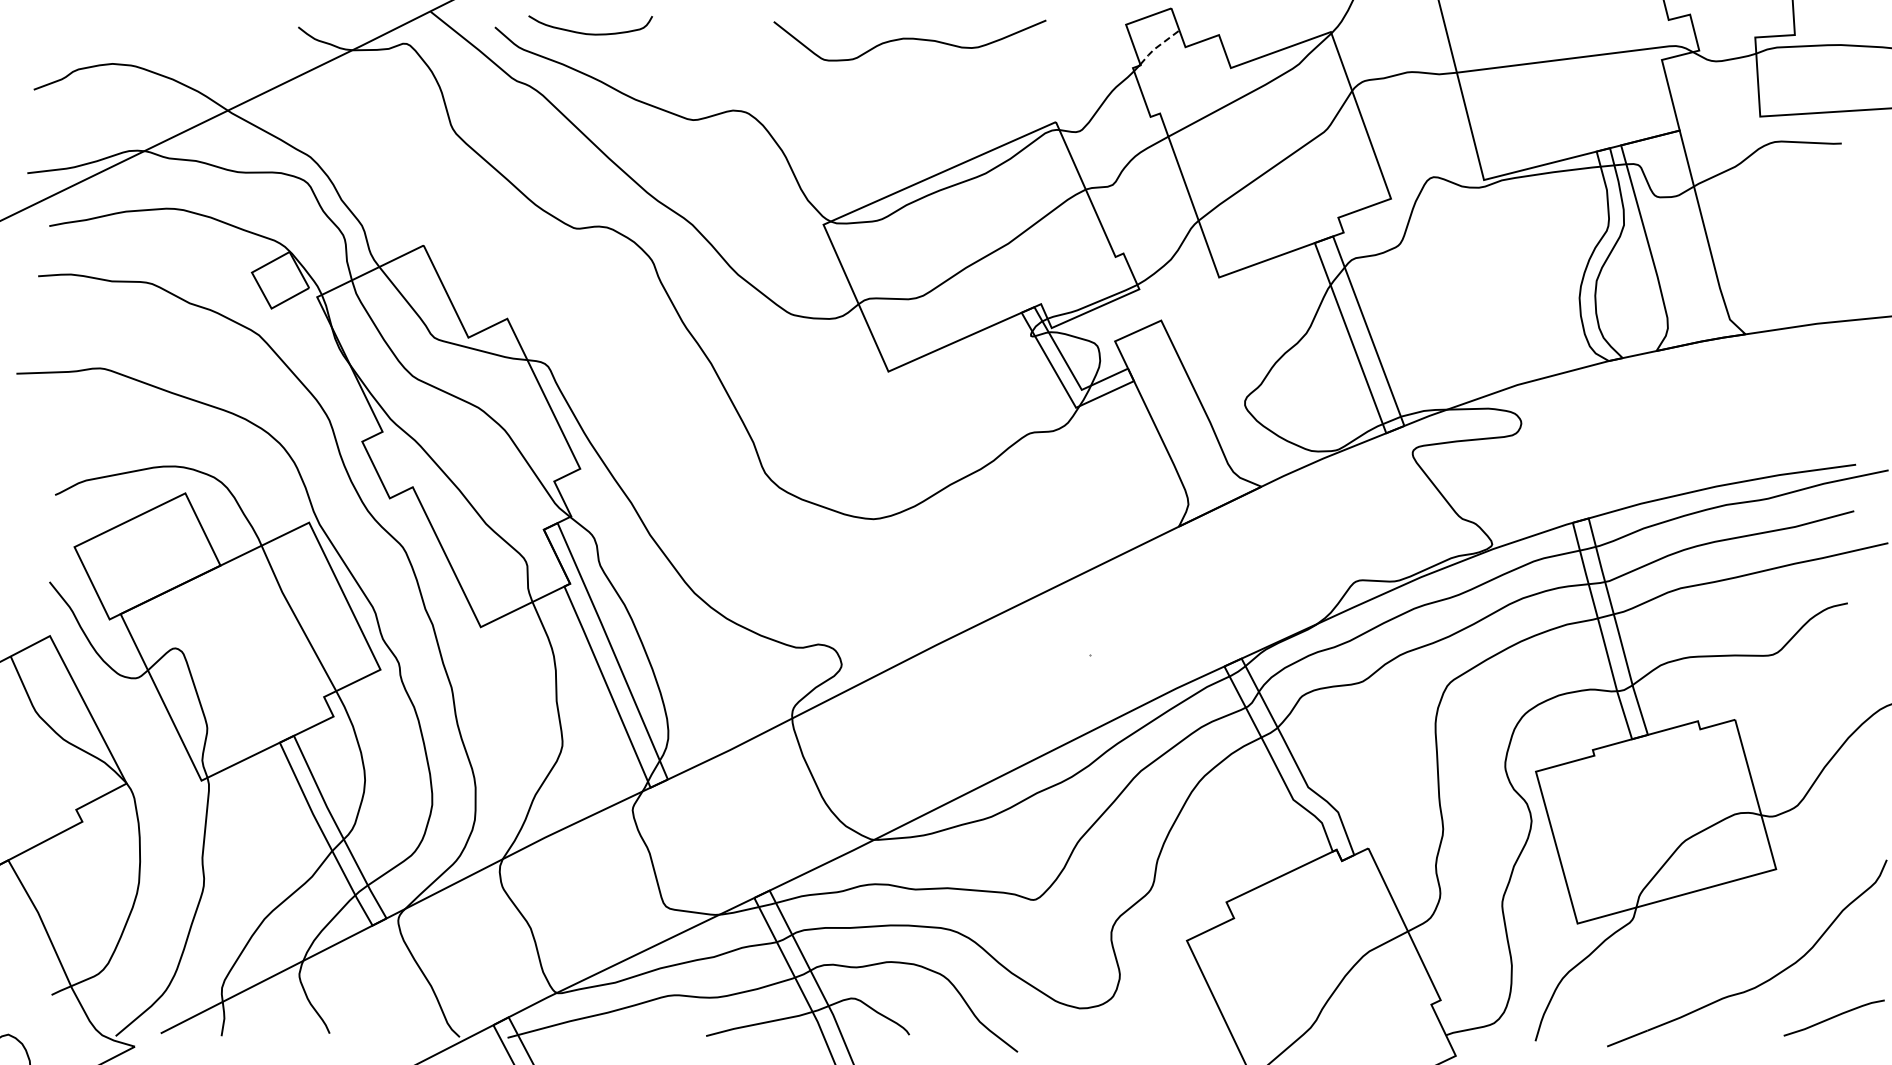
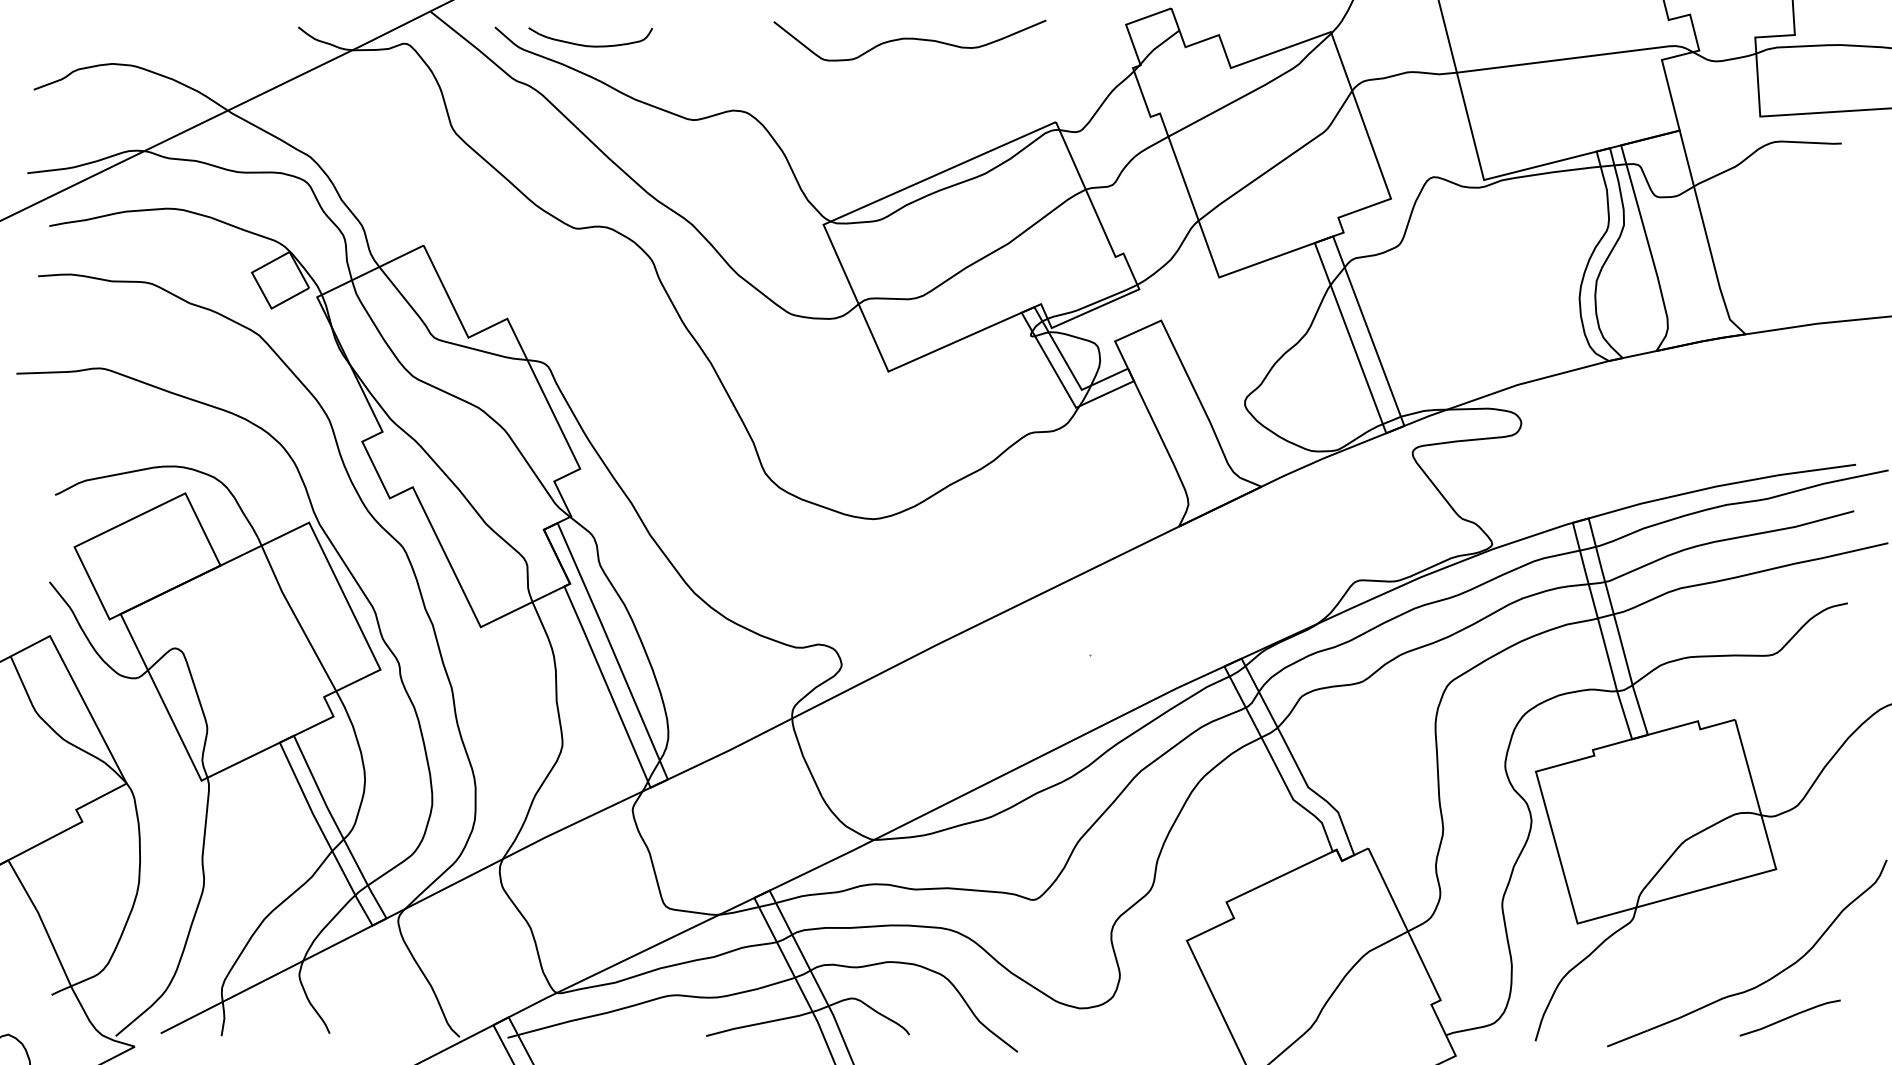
curve at (590, 33) position: (590, 33) -> (590, 45)
line at (1157, 47): dashed -> solid
curve at (1833, 1017) position: (1833, 1017) -> (1789, 1017)
